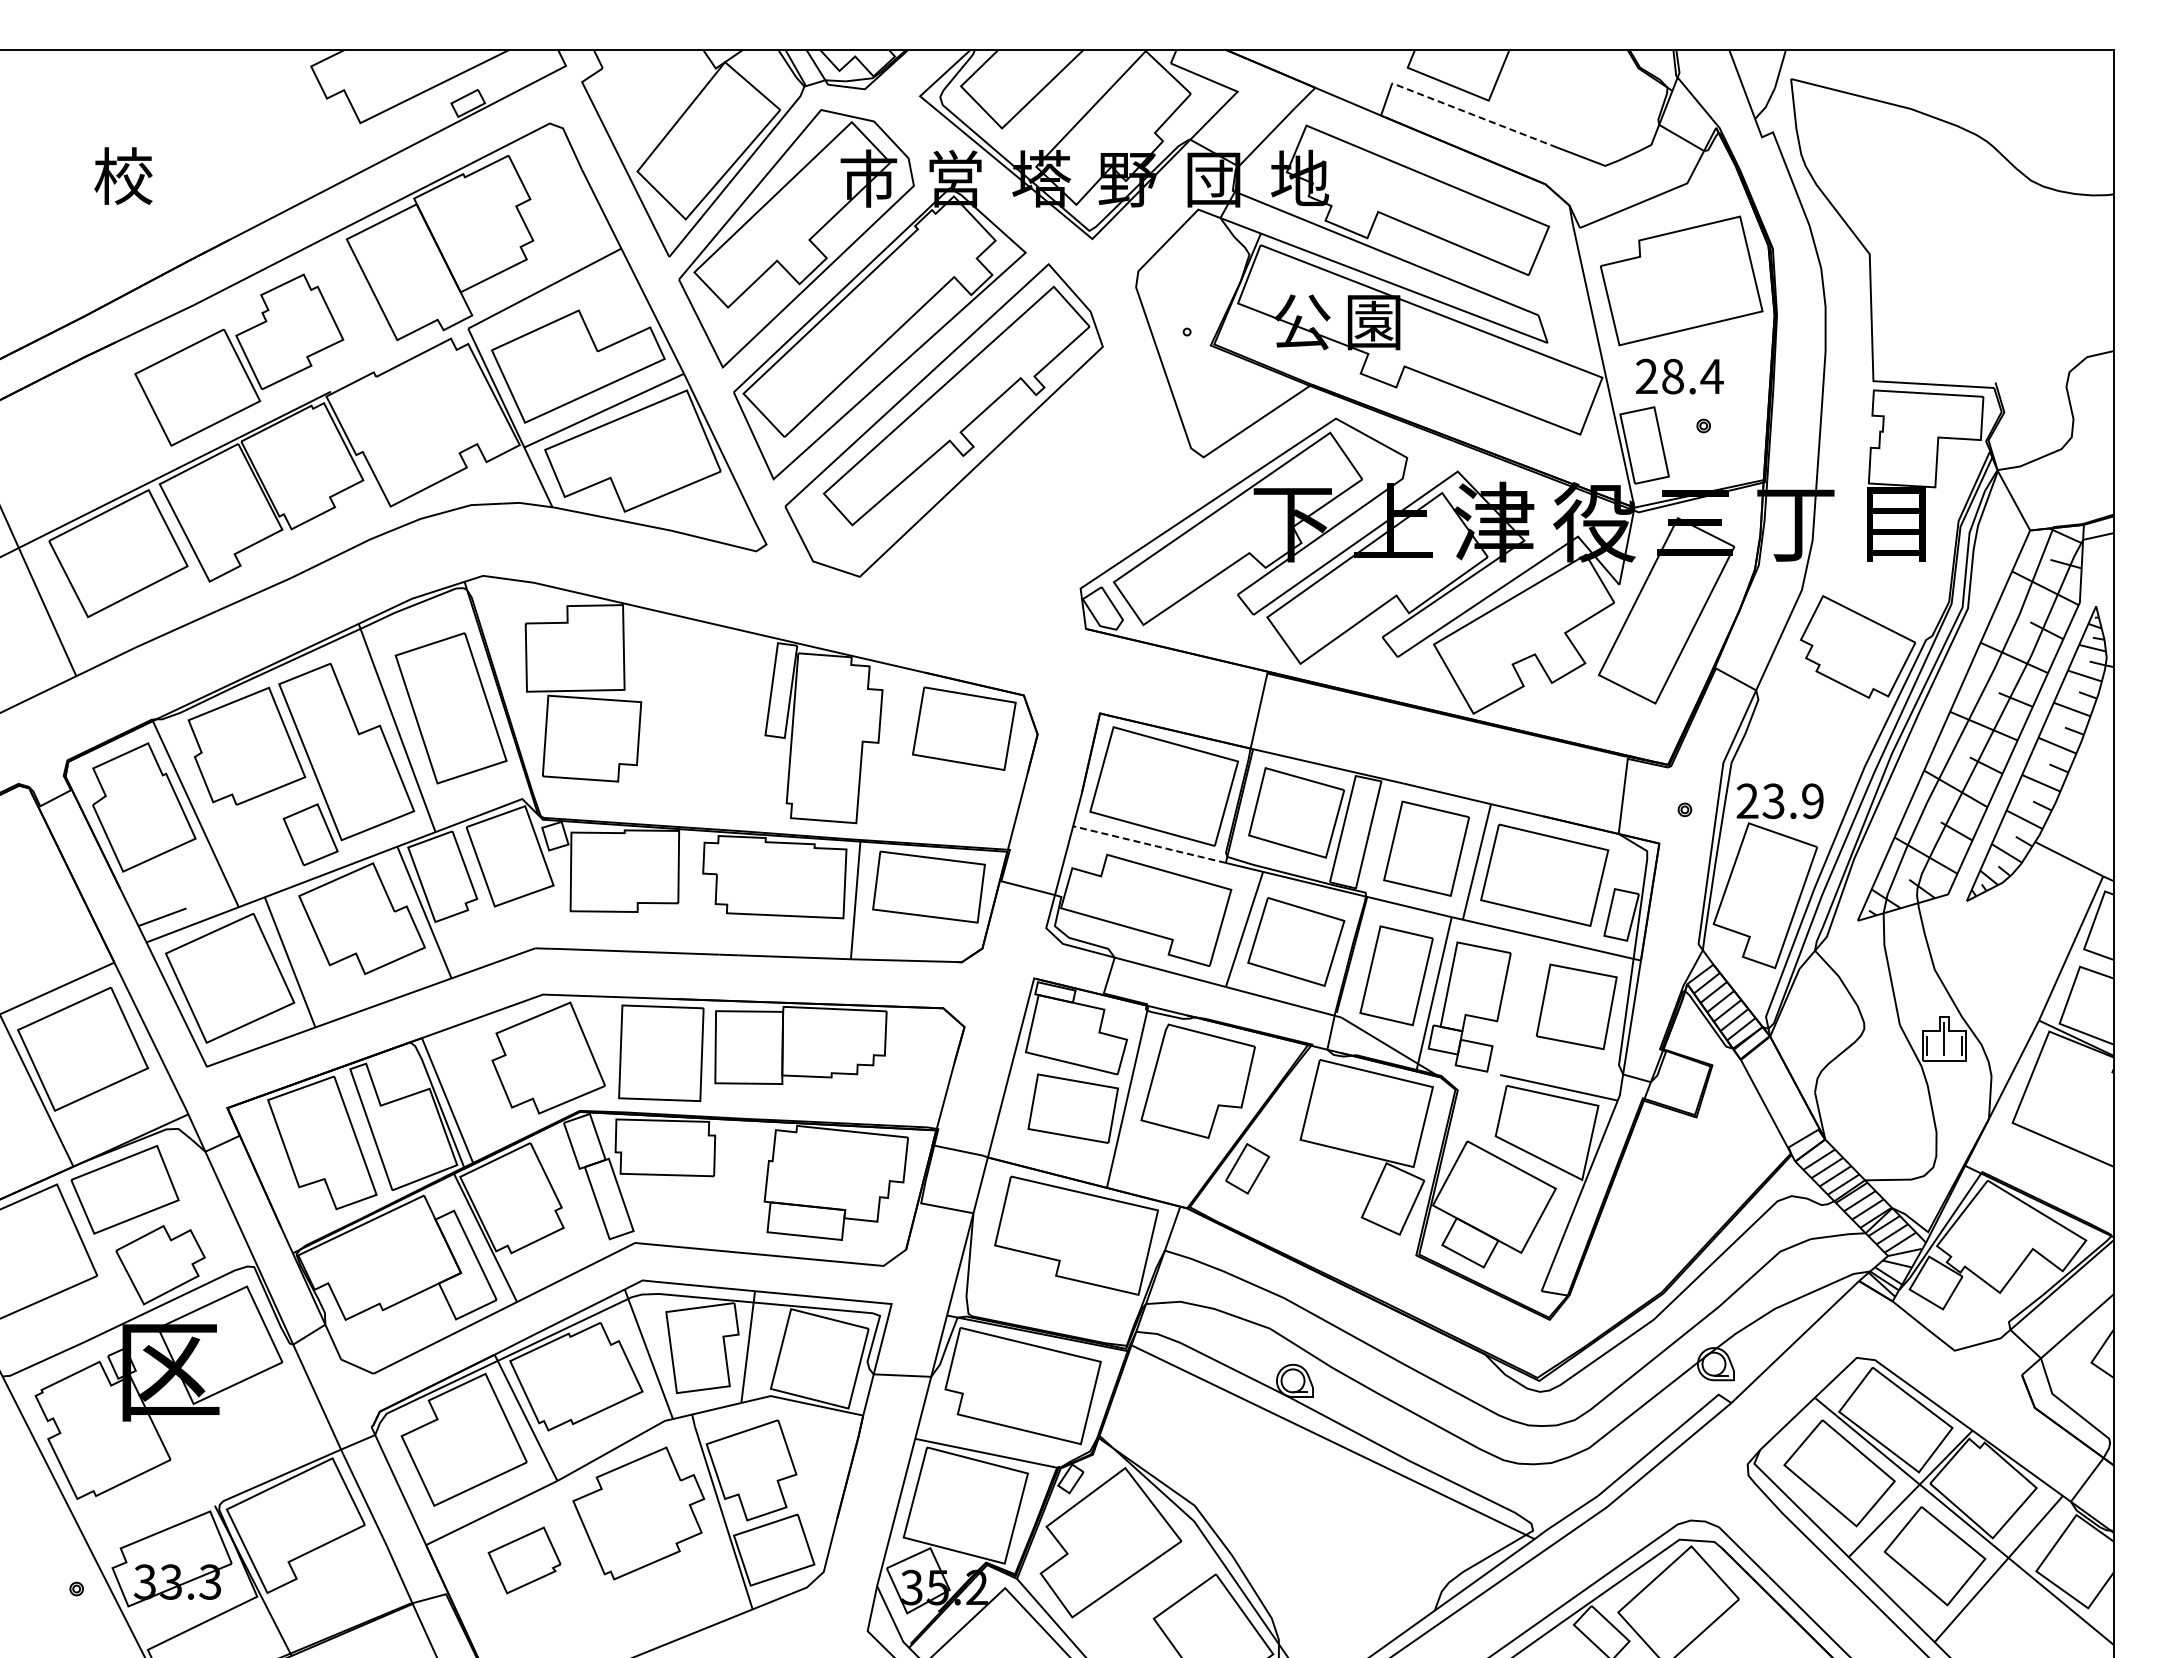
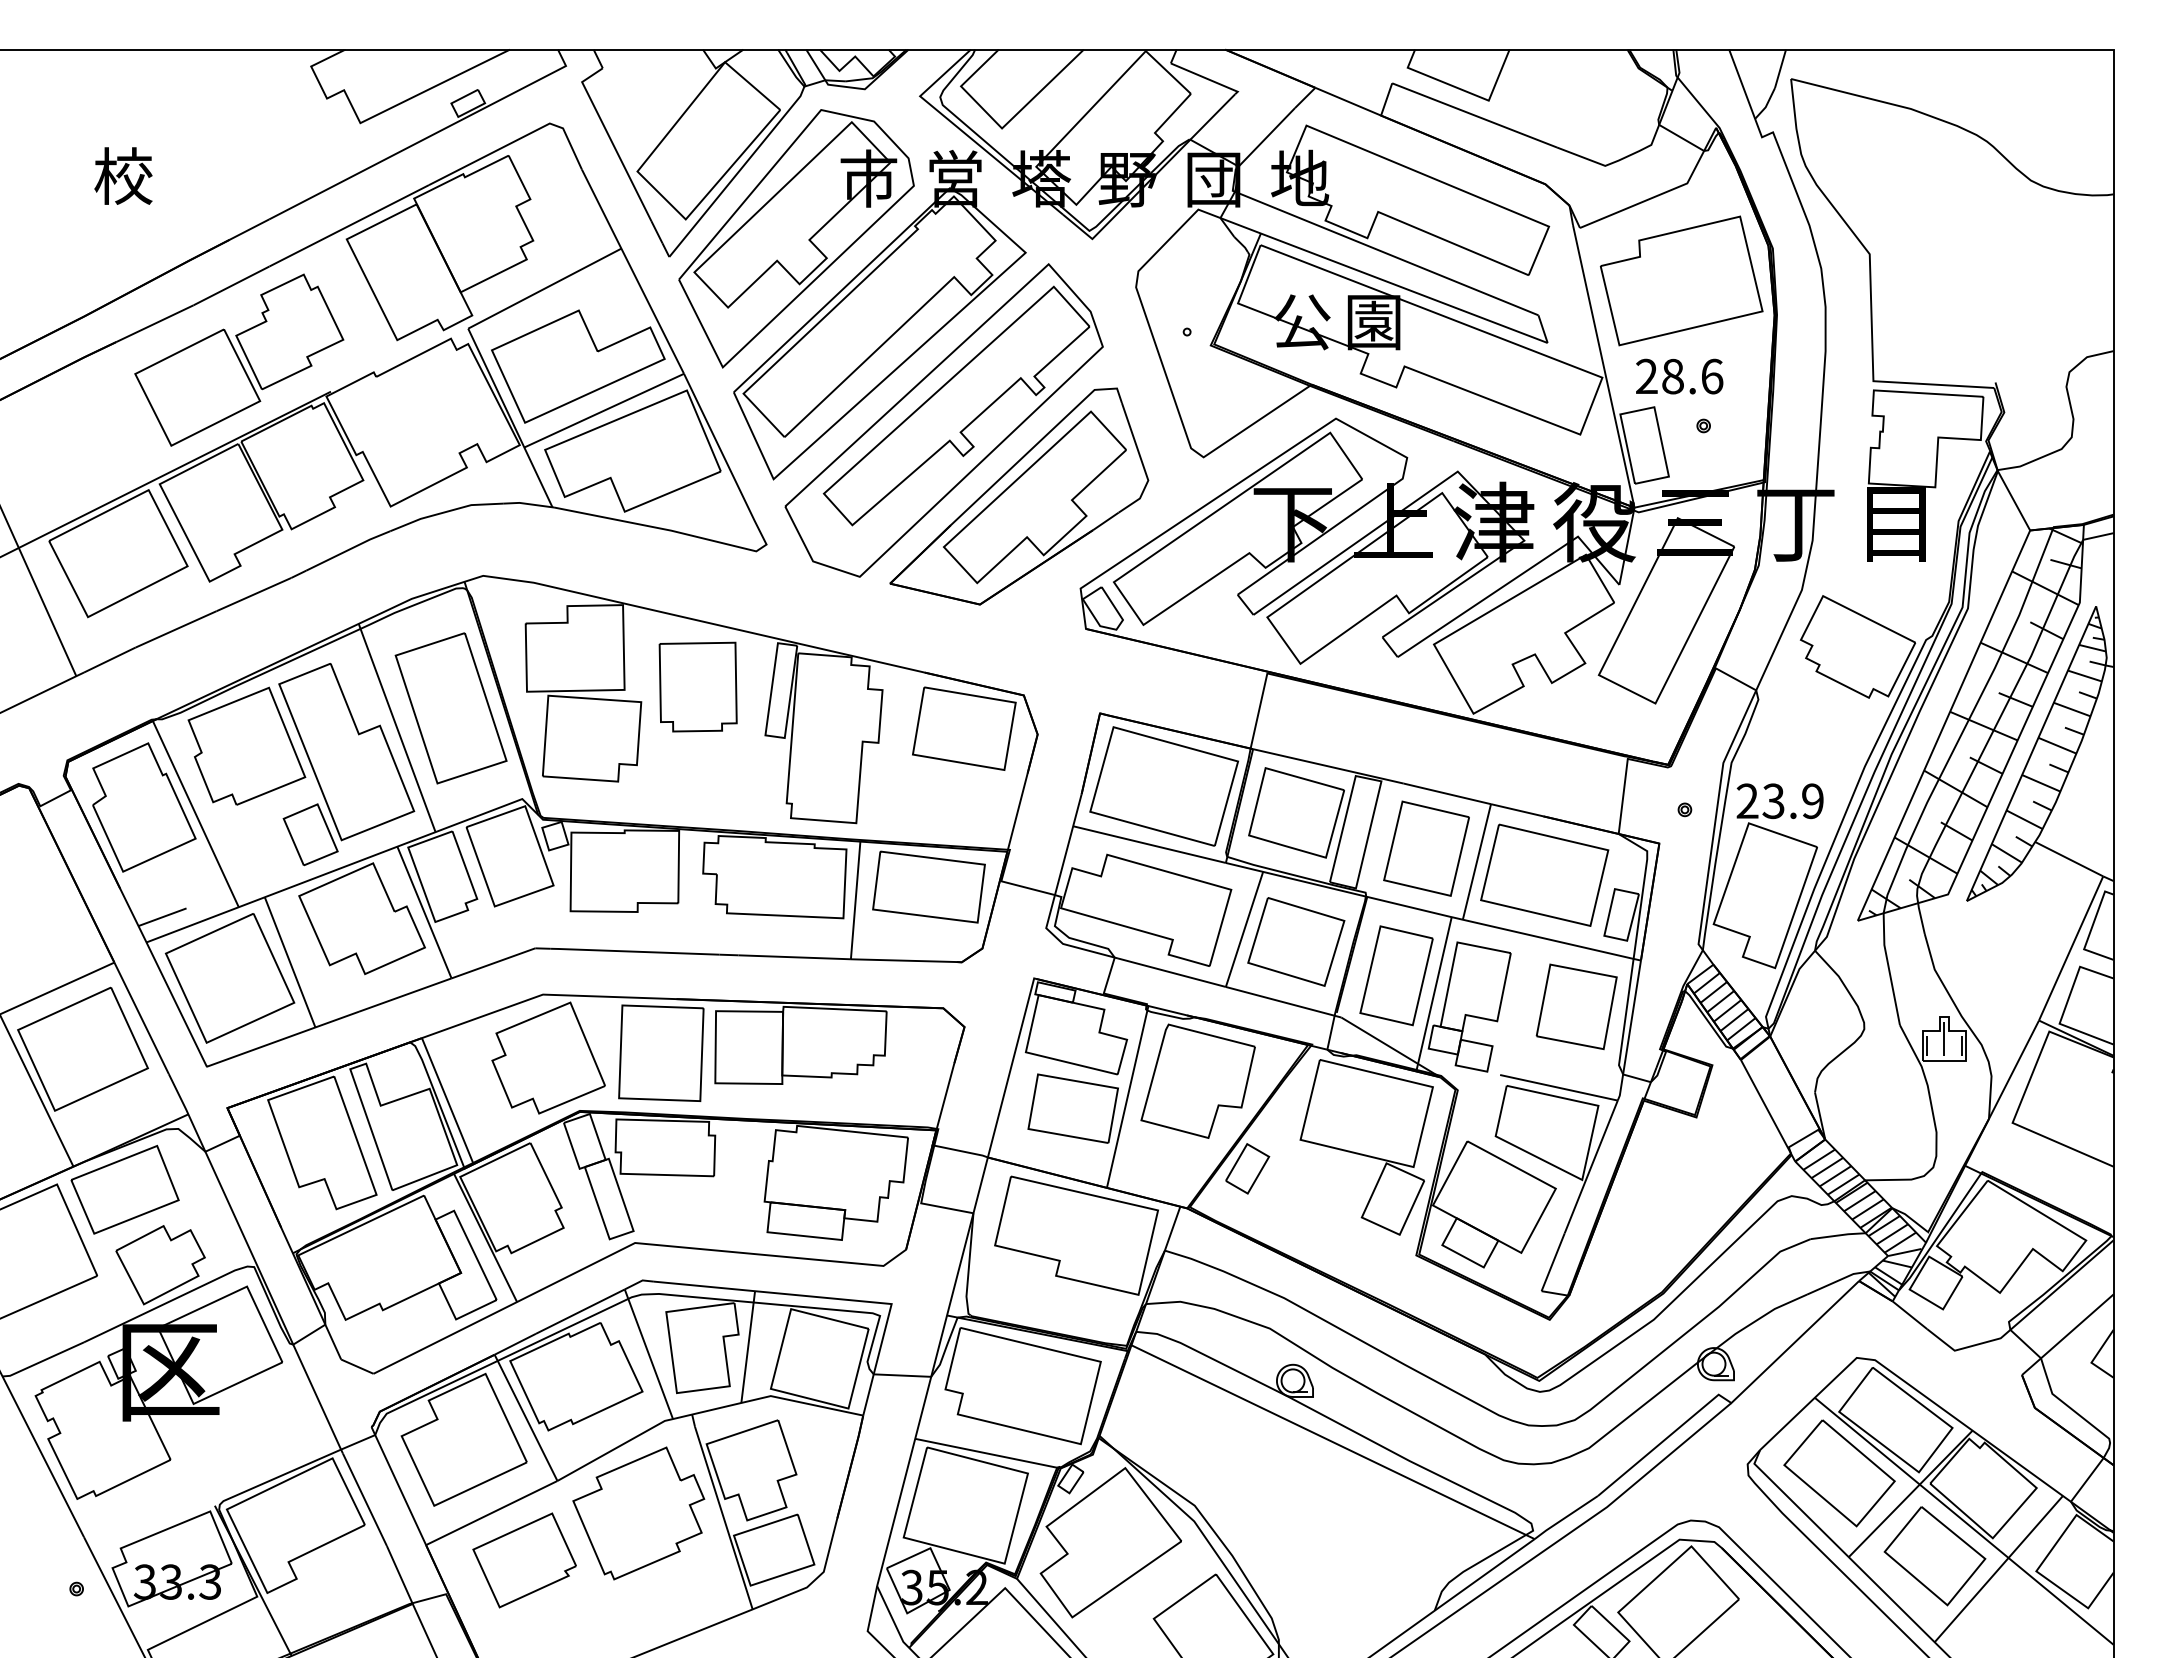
line at (1474, 115): dashed -> solid
text at (1711, 376): 28.4 -> 28.6
part at (1019, 496): none -> present
part at (697, 686): none -> present
line at (1149, 844): dashed -> solid
part at (524, 1560) size: 75x69 px -> 105x97 px
